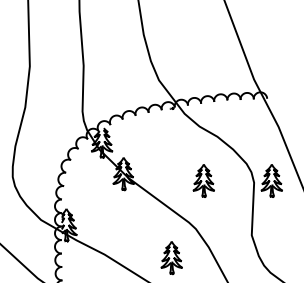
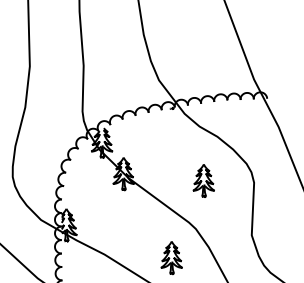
part at (271, 180): present -> none
